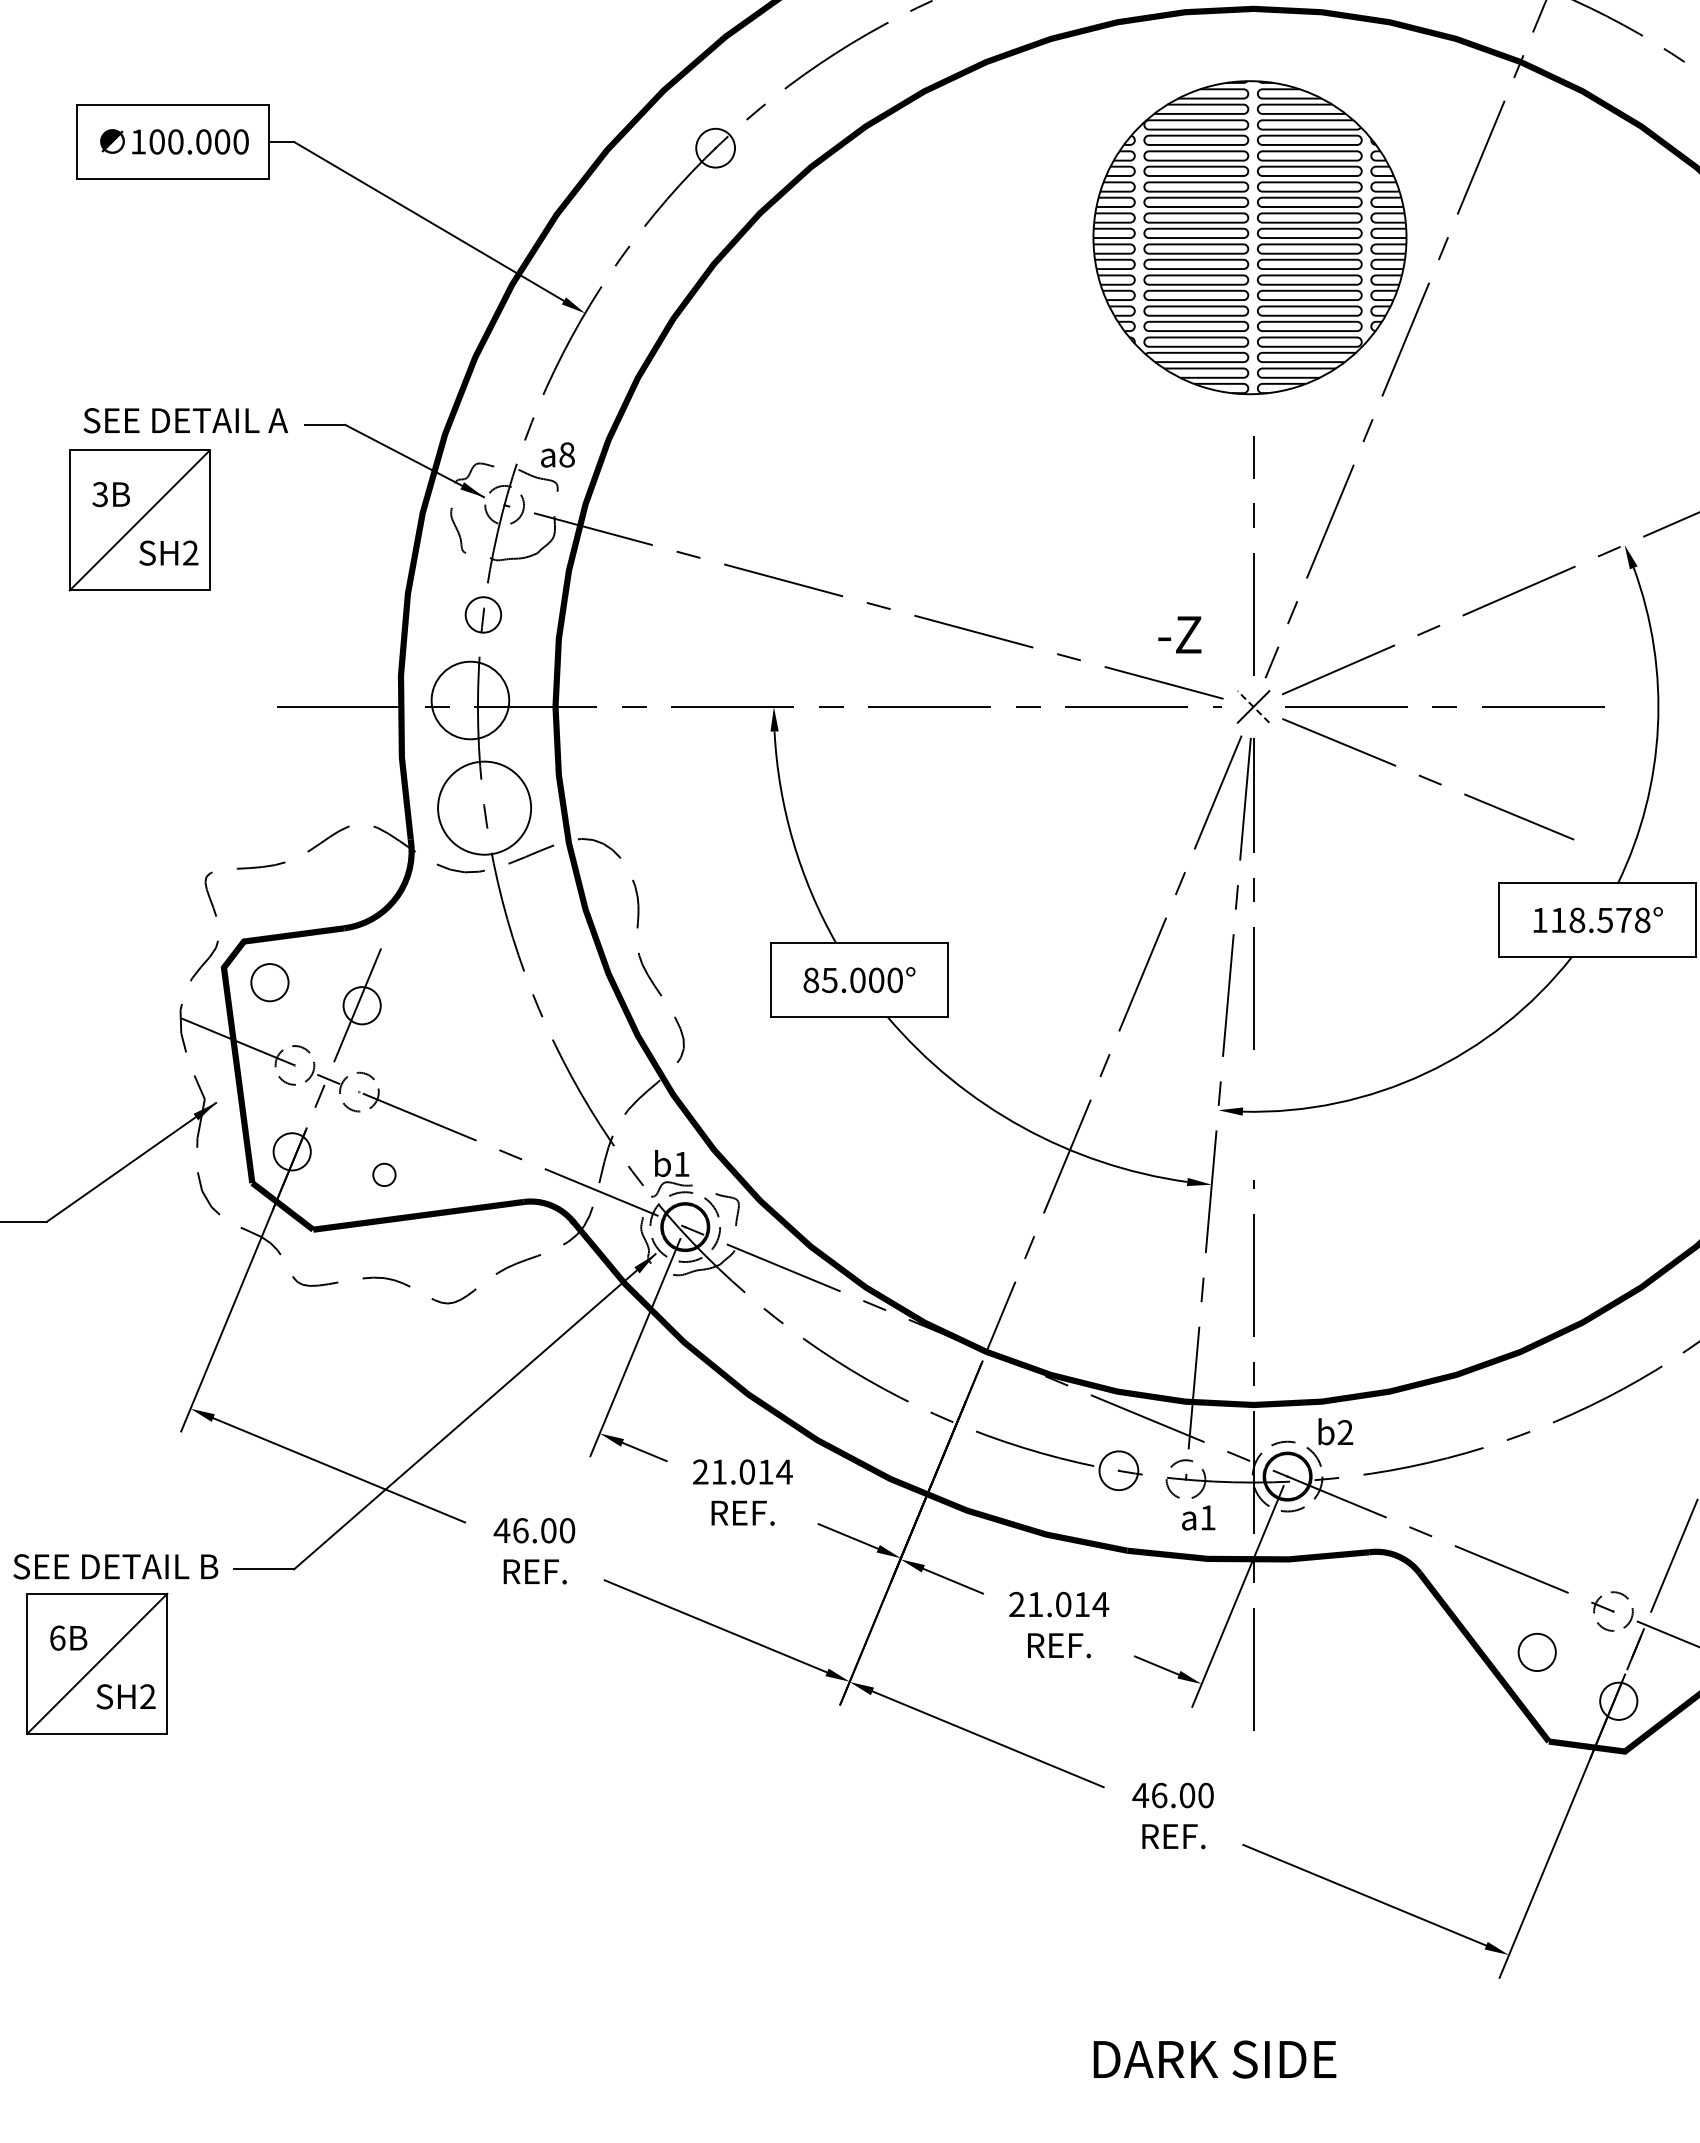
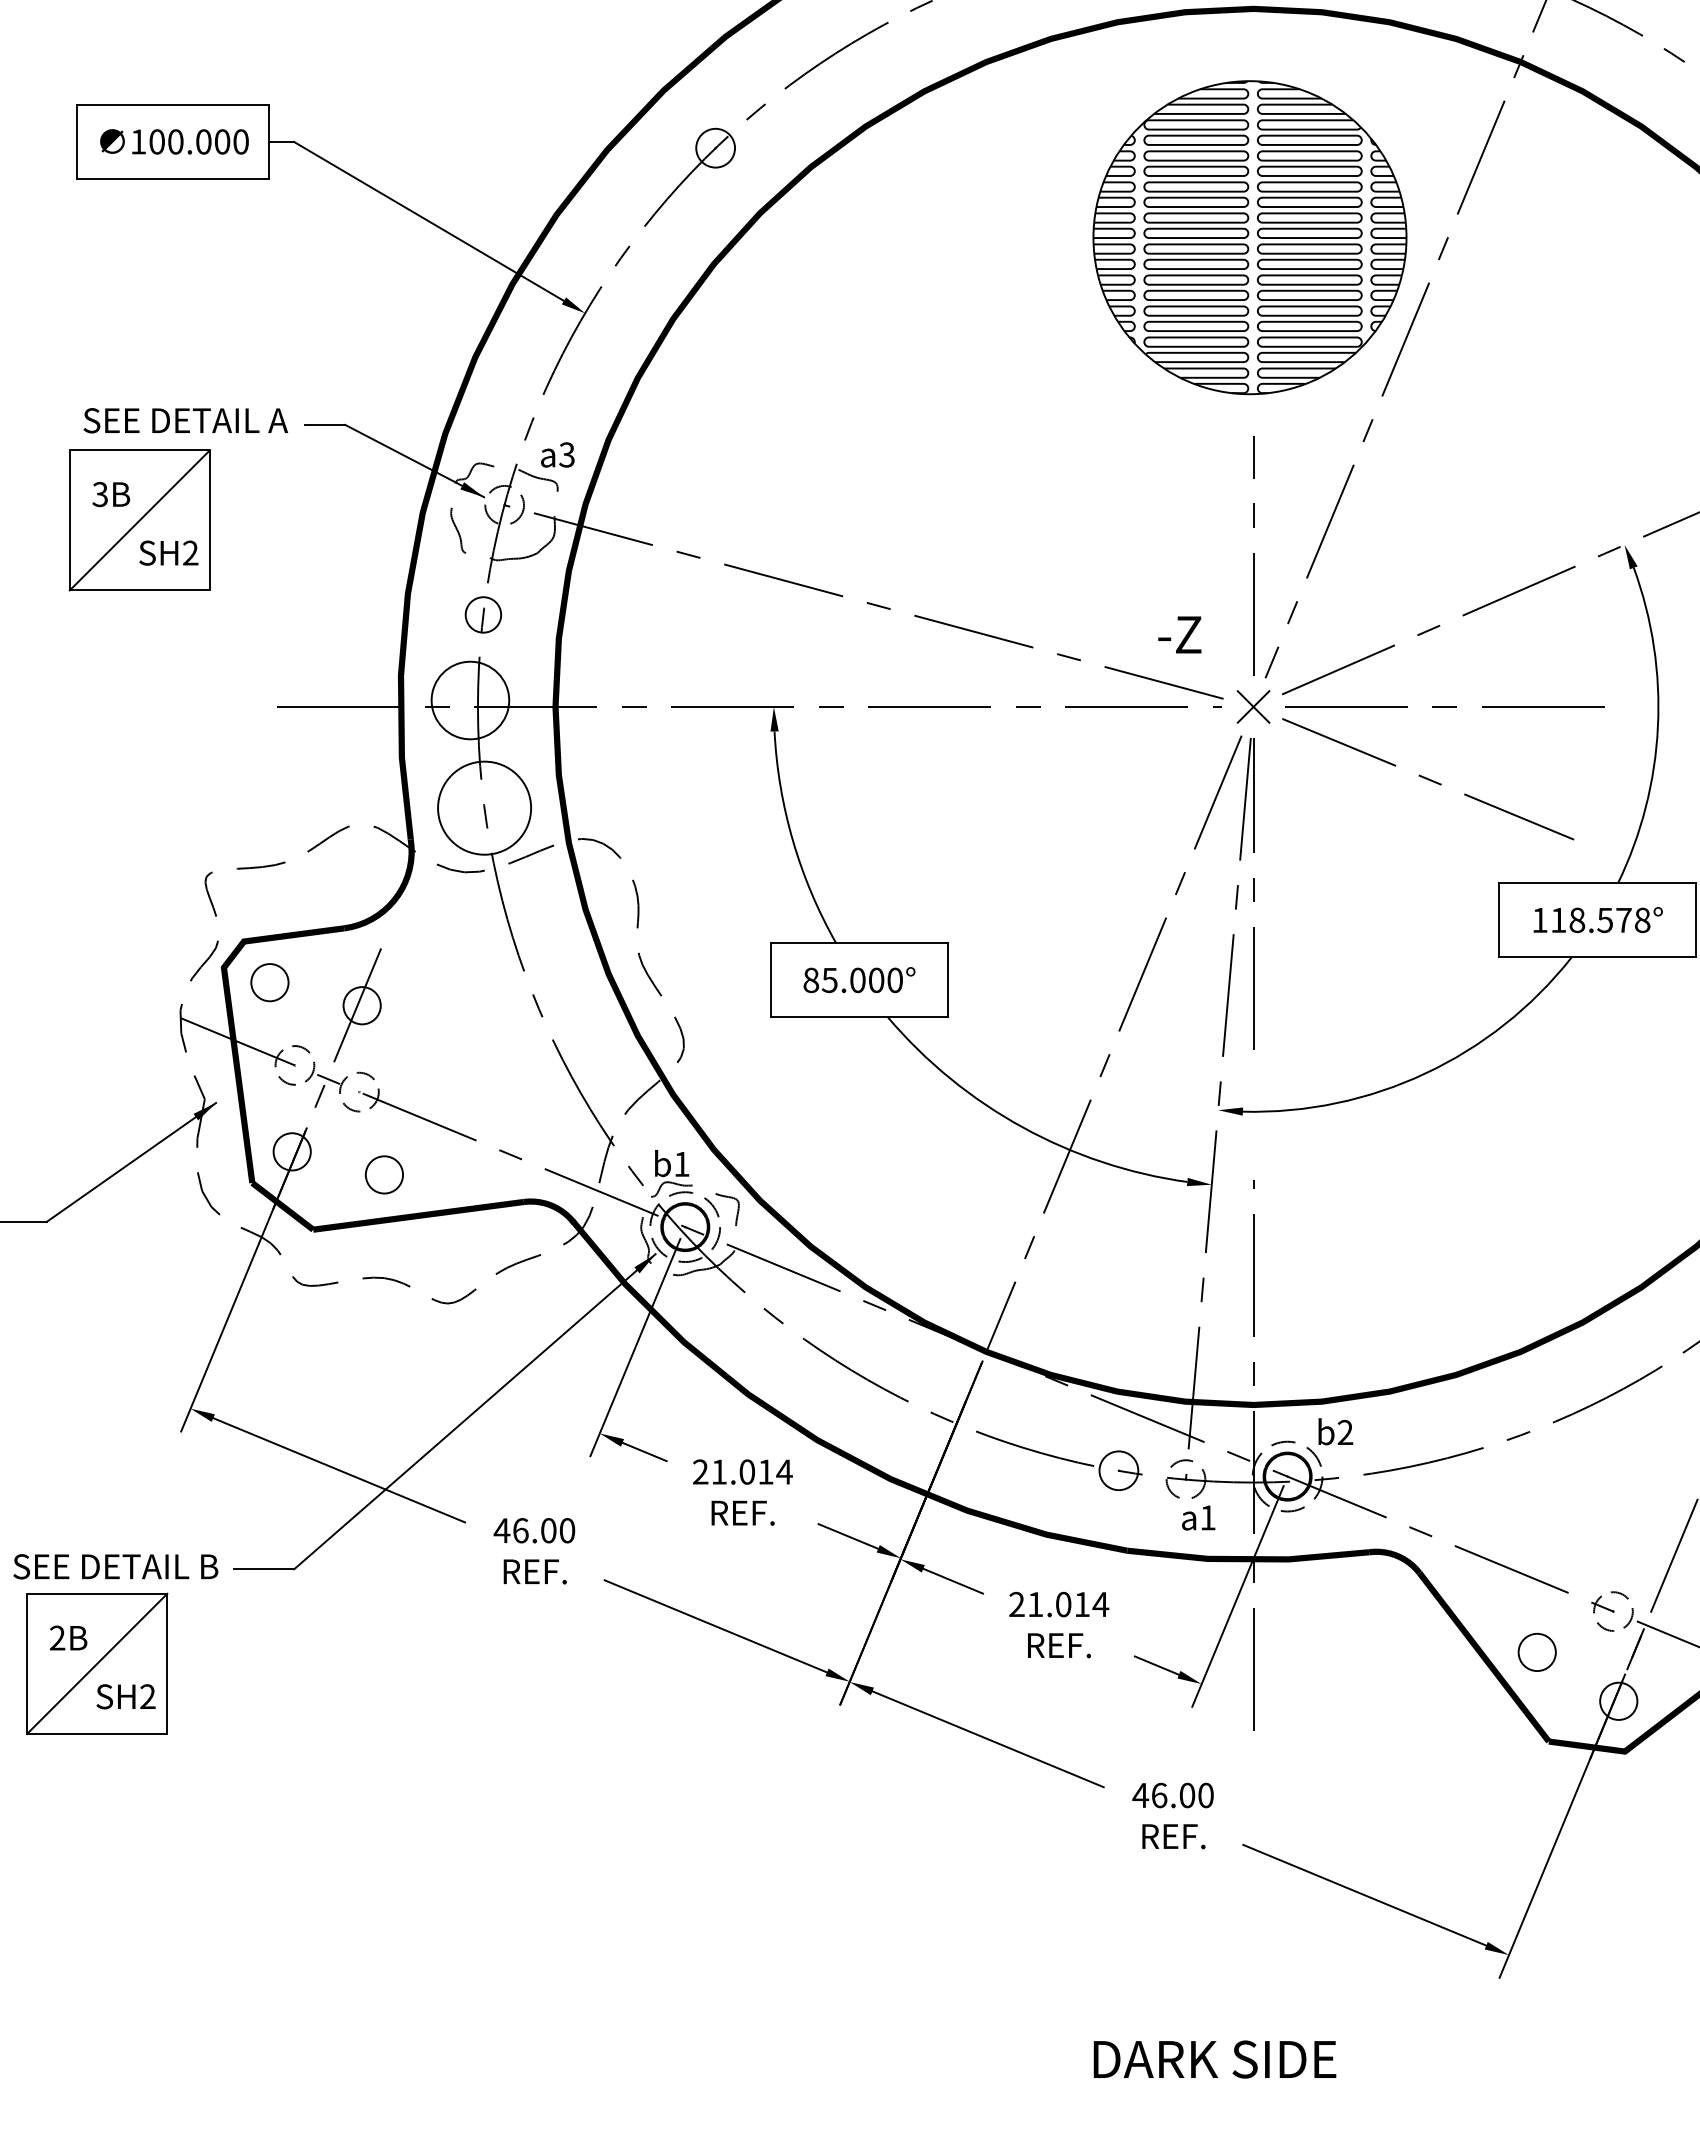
text at (566, 454): a8 -> a3
line at (1253, 706): dashed -> solid
circle at (384, 1174) diameter: 22 px -> 37 px
text at (57, 1637): 6B -> 2B
